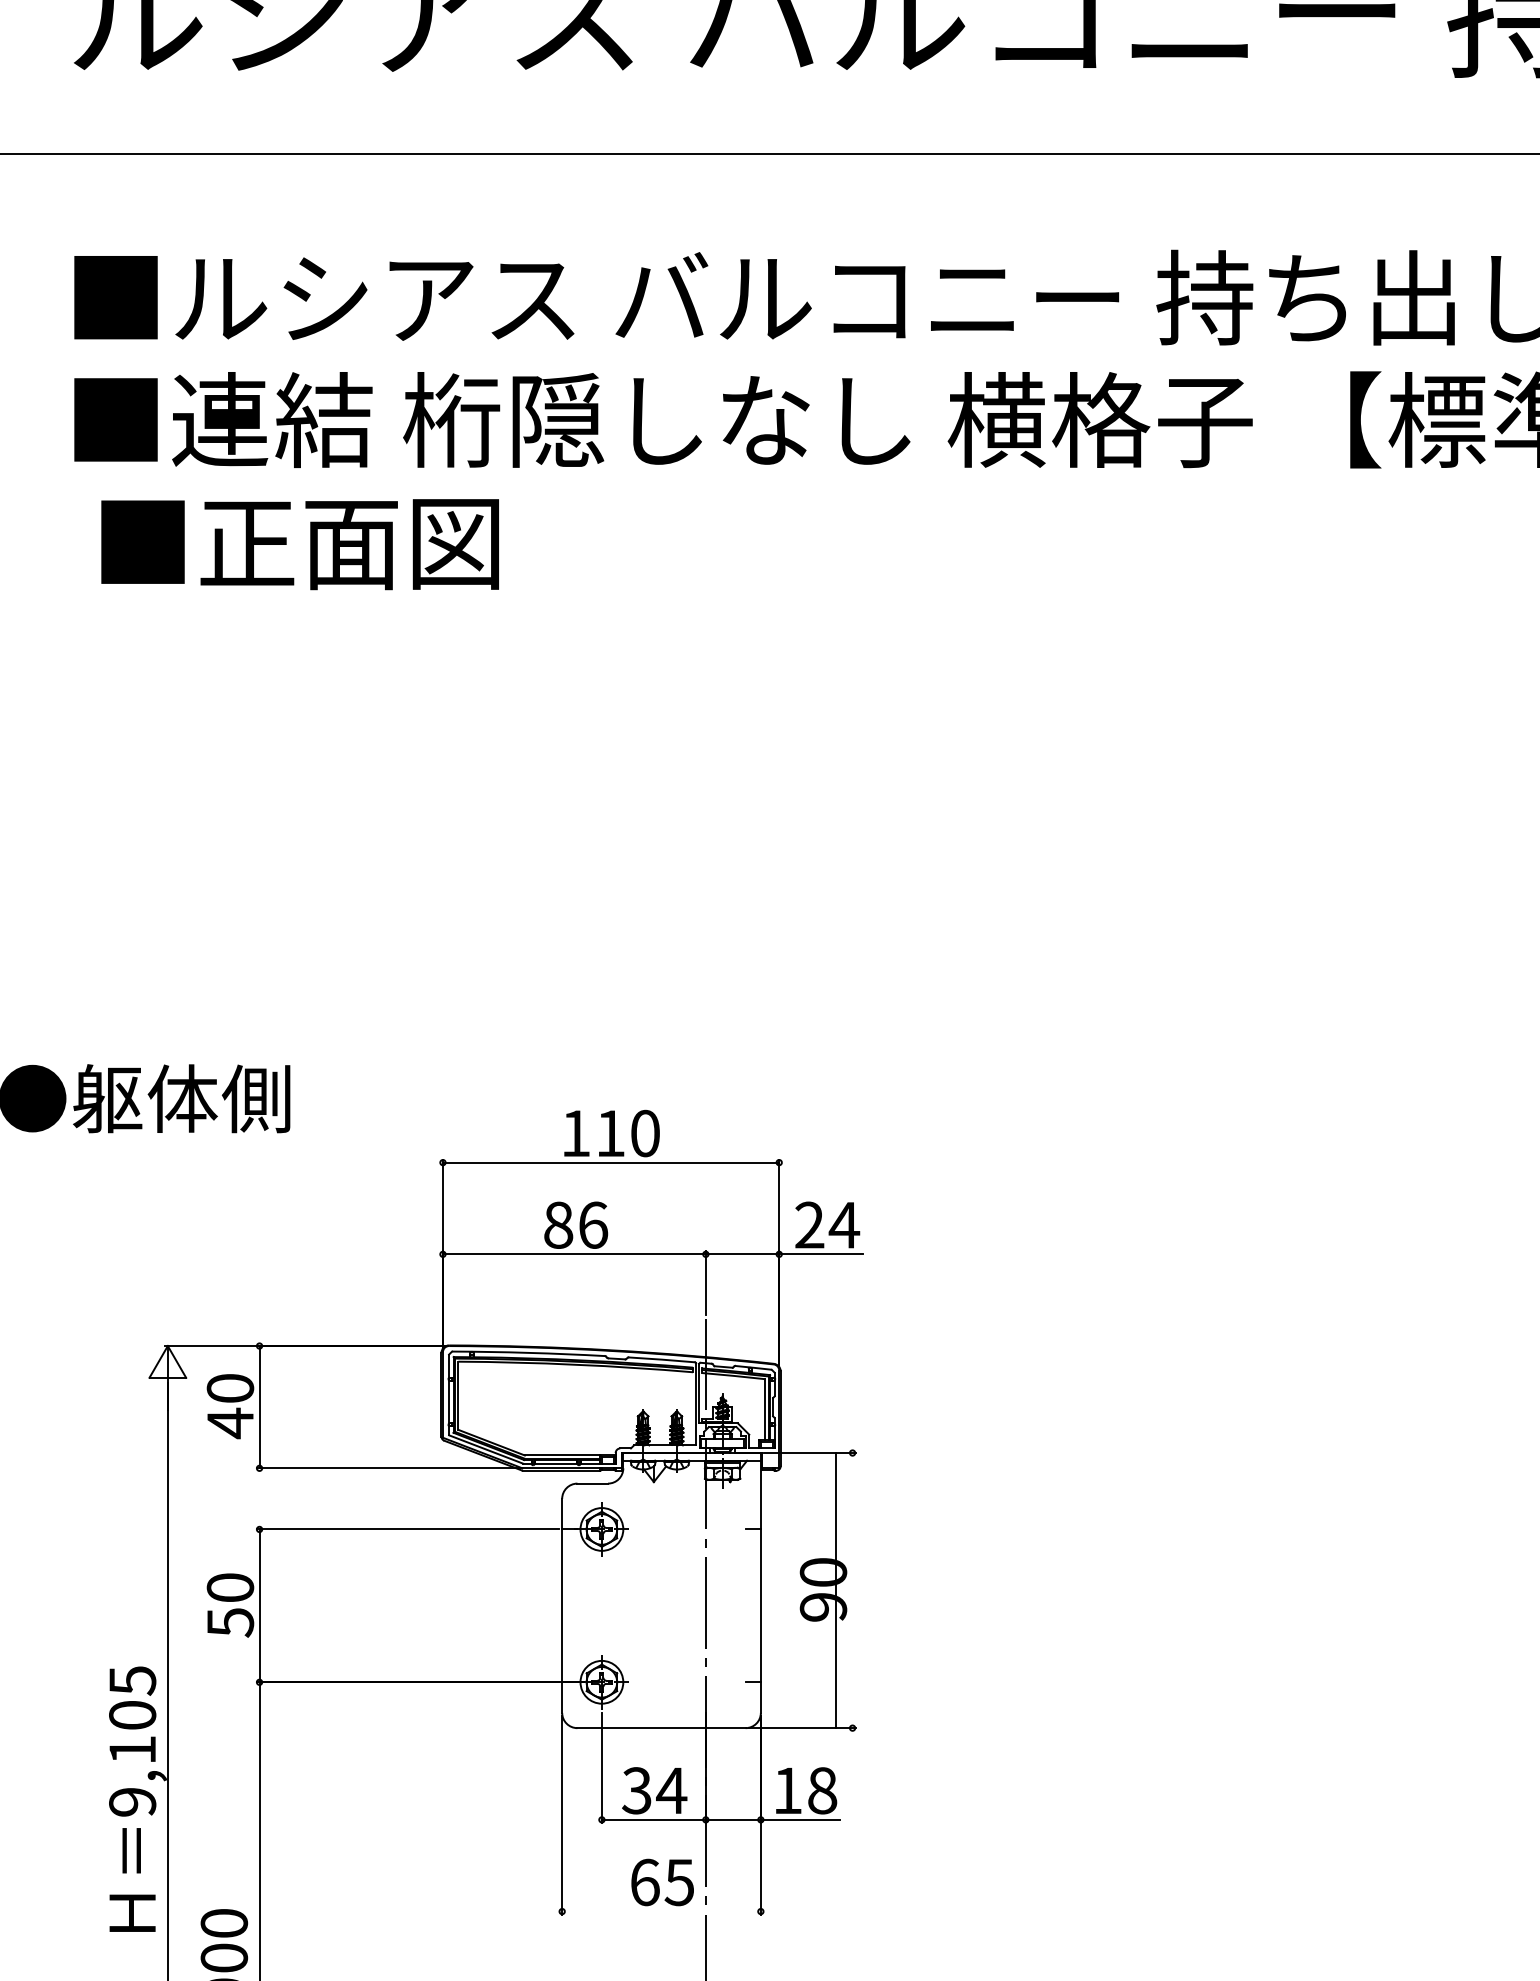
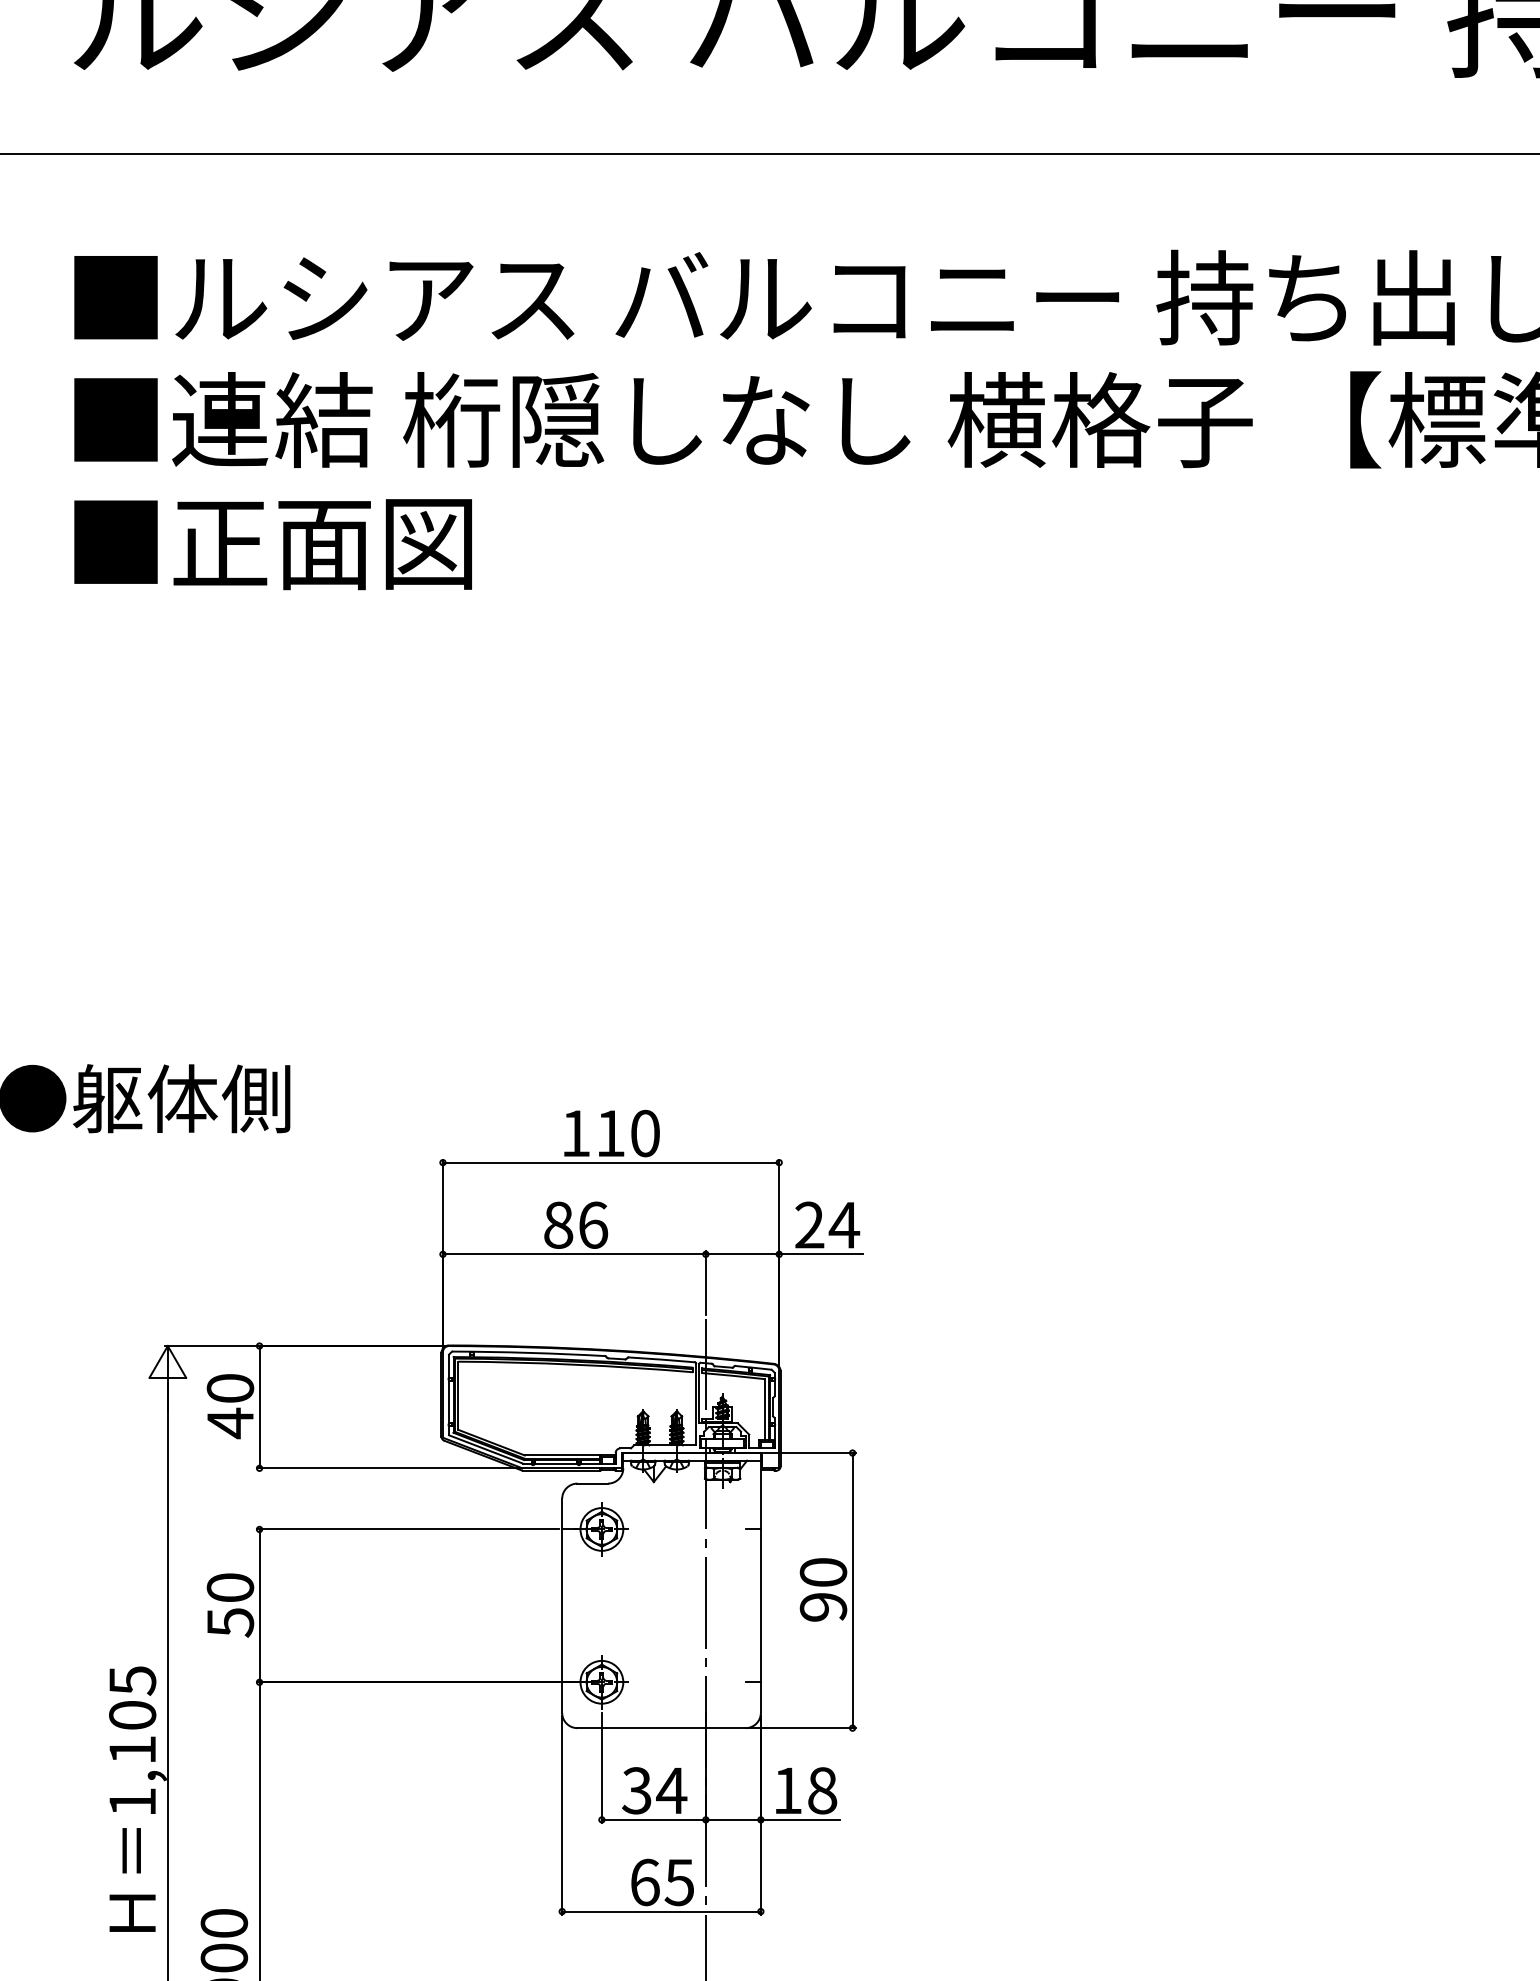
text at (299, 544) position: (299, 544) -> (272, 544)
line at (835, 1590) position: (835, 1590) -> (852, 1590)
text at (132, 1802): 9,105 -> 1,105
line at (661, 1911): none -> present
